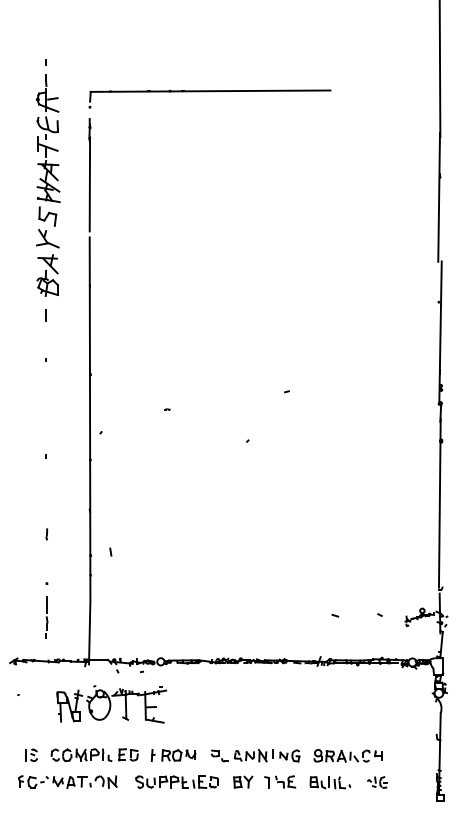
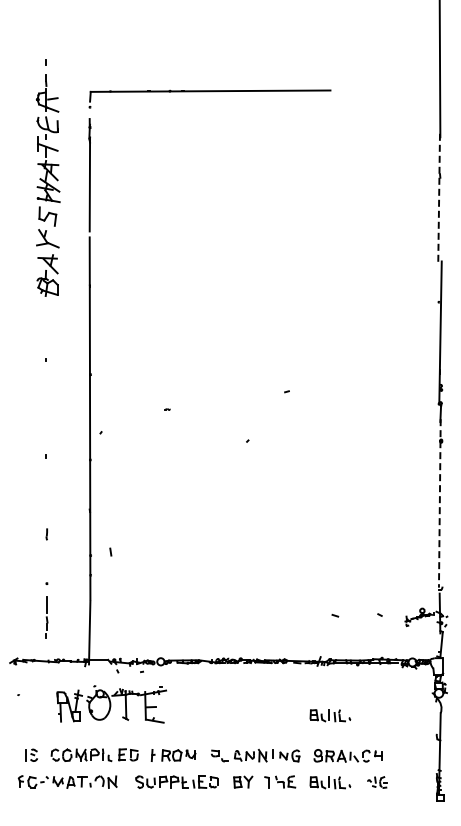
line at (439, 197): solid -> dashed
line at (45, 315): present -> none
line at (439, 503): solid -> dashed
part at (330, 715): none -> present
